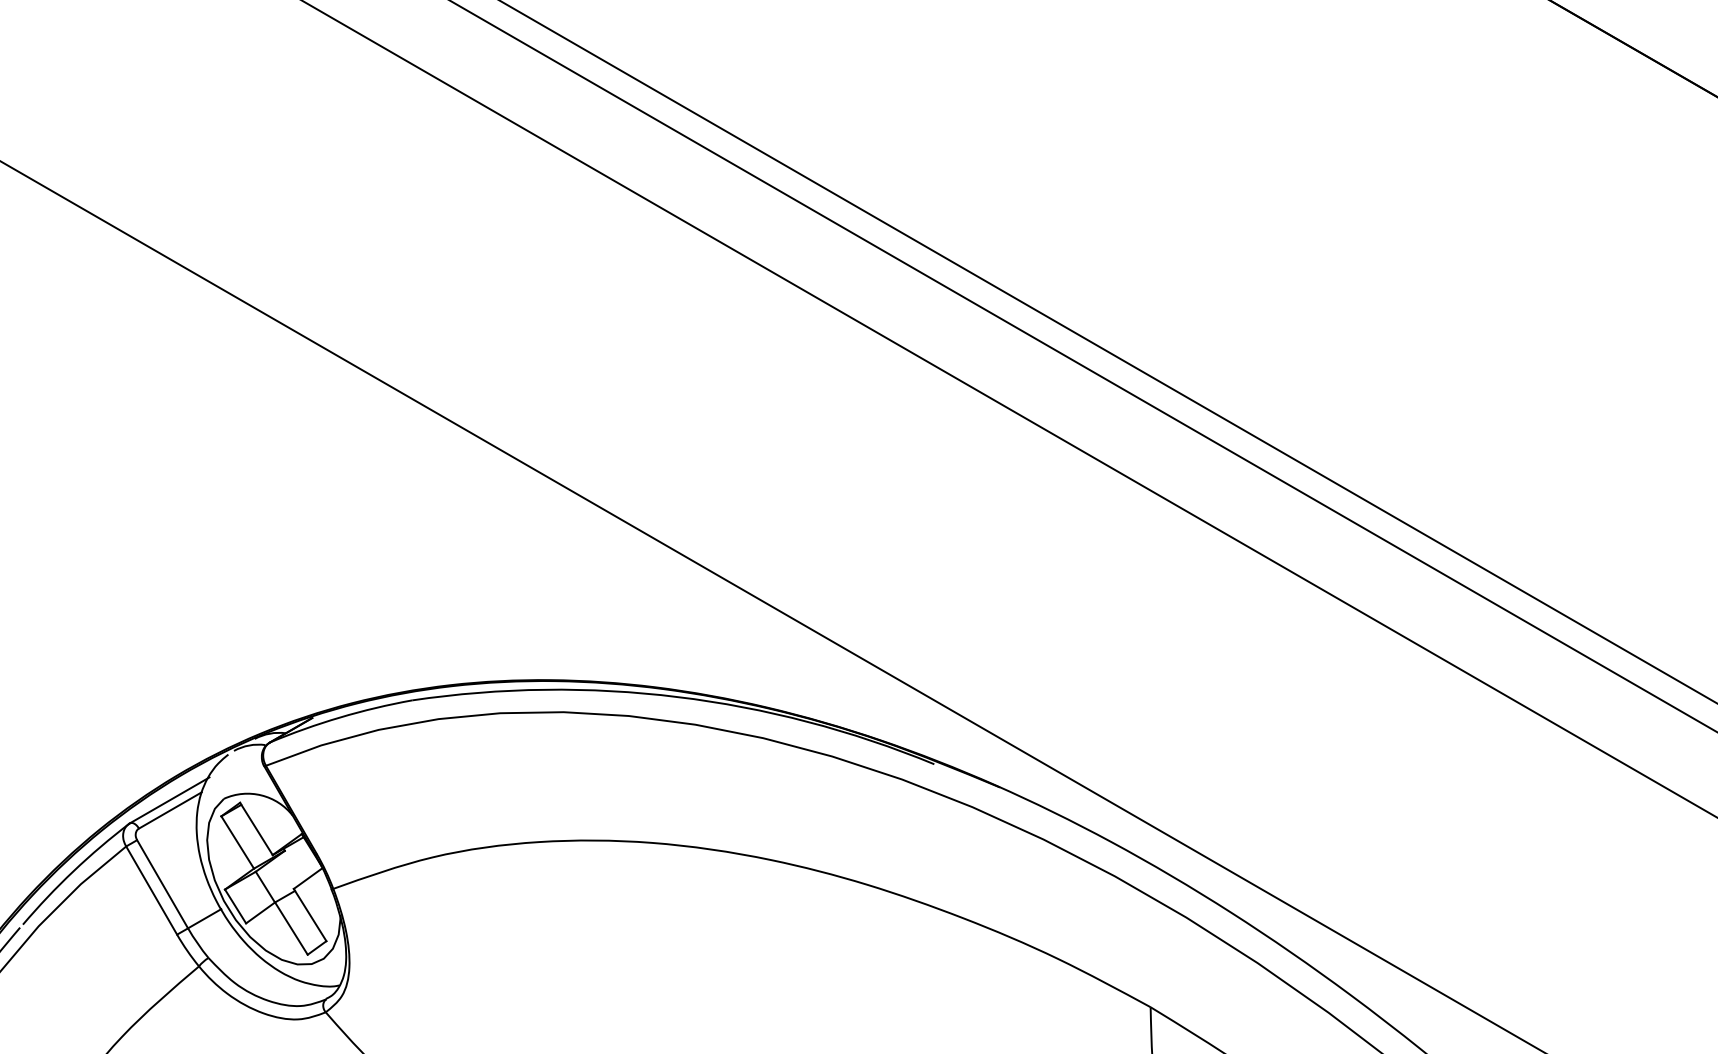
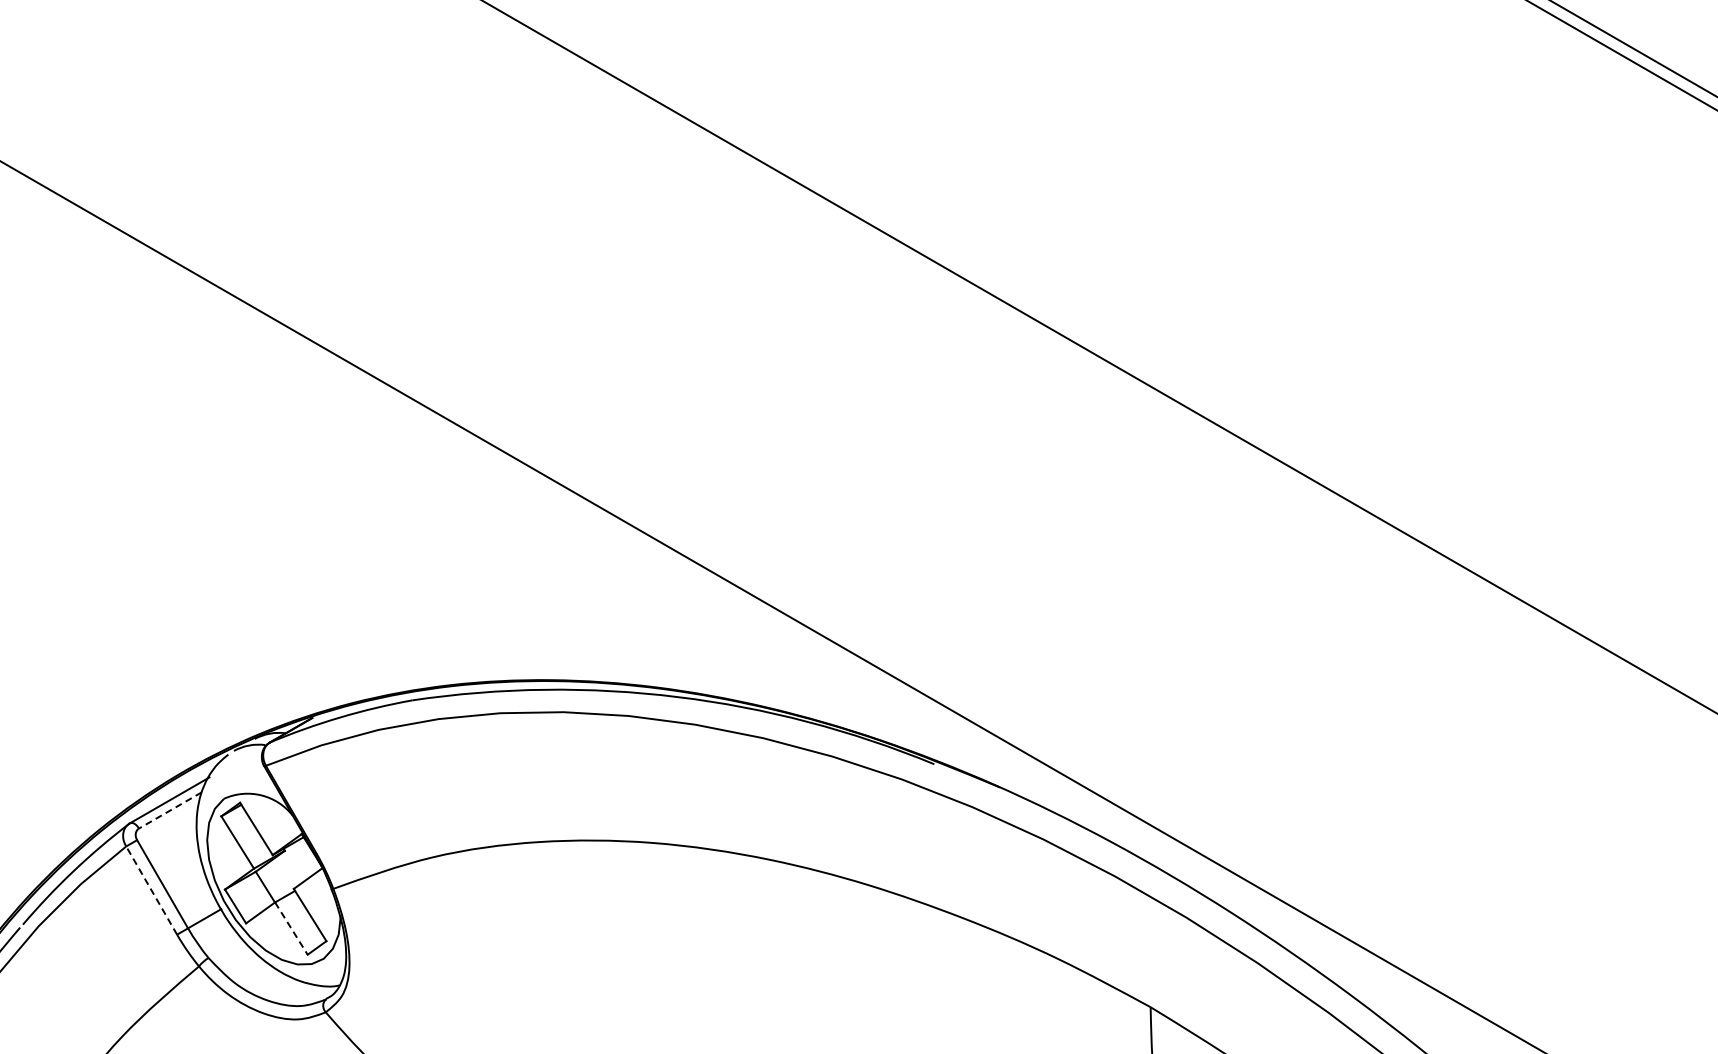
line at (1633, 48) position: (1633, 48) -> (1621, 55)
line at (1108, 351): present -> none
line at (1083, 366) position: (1083, 366) -> (1099, 356)
line at (1009, 409): present -> none
line at (169, 810): solid -> dashed
line at (151, 890): solid -> dashed
line at (291, 928): solid -> dashed
